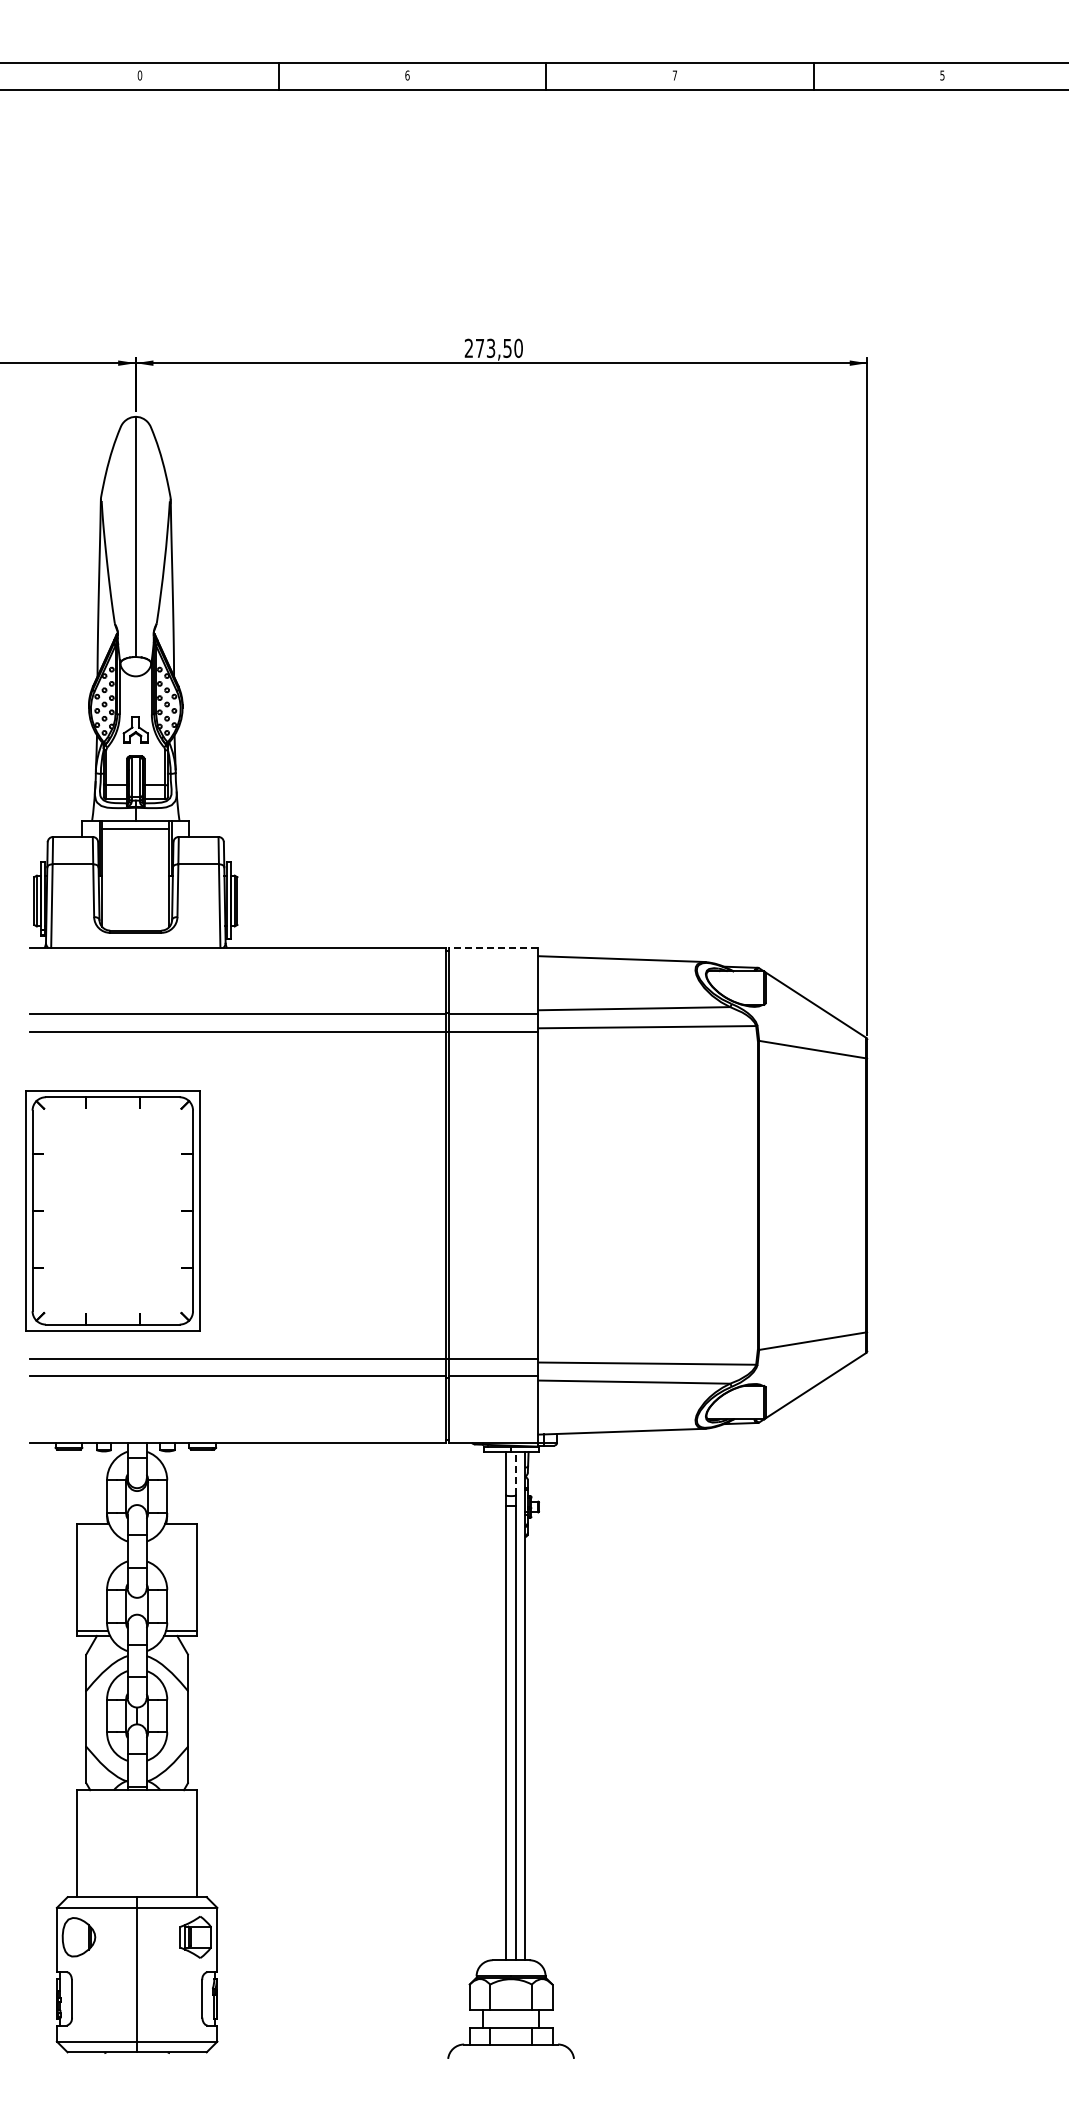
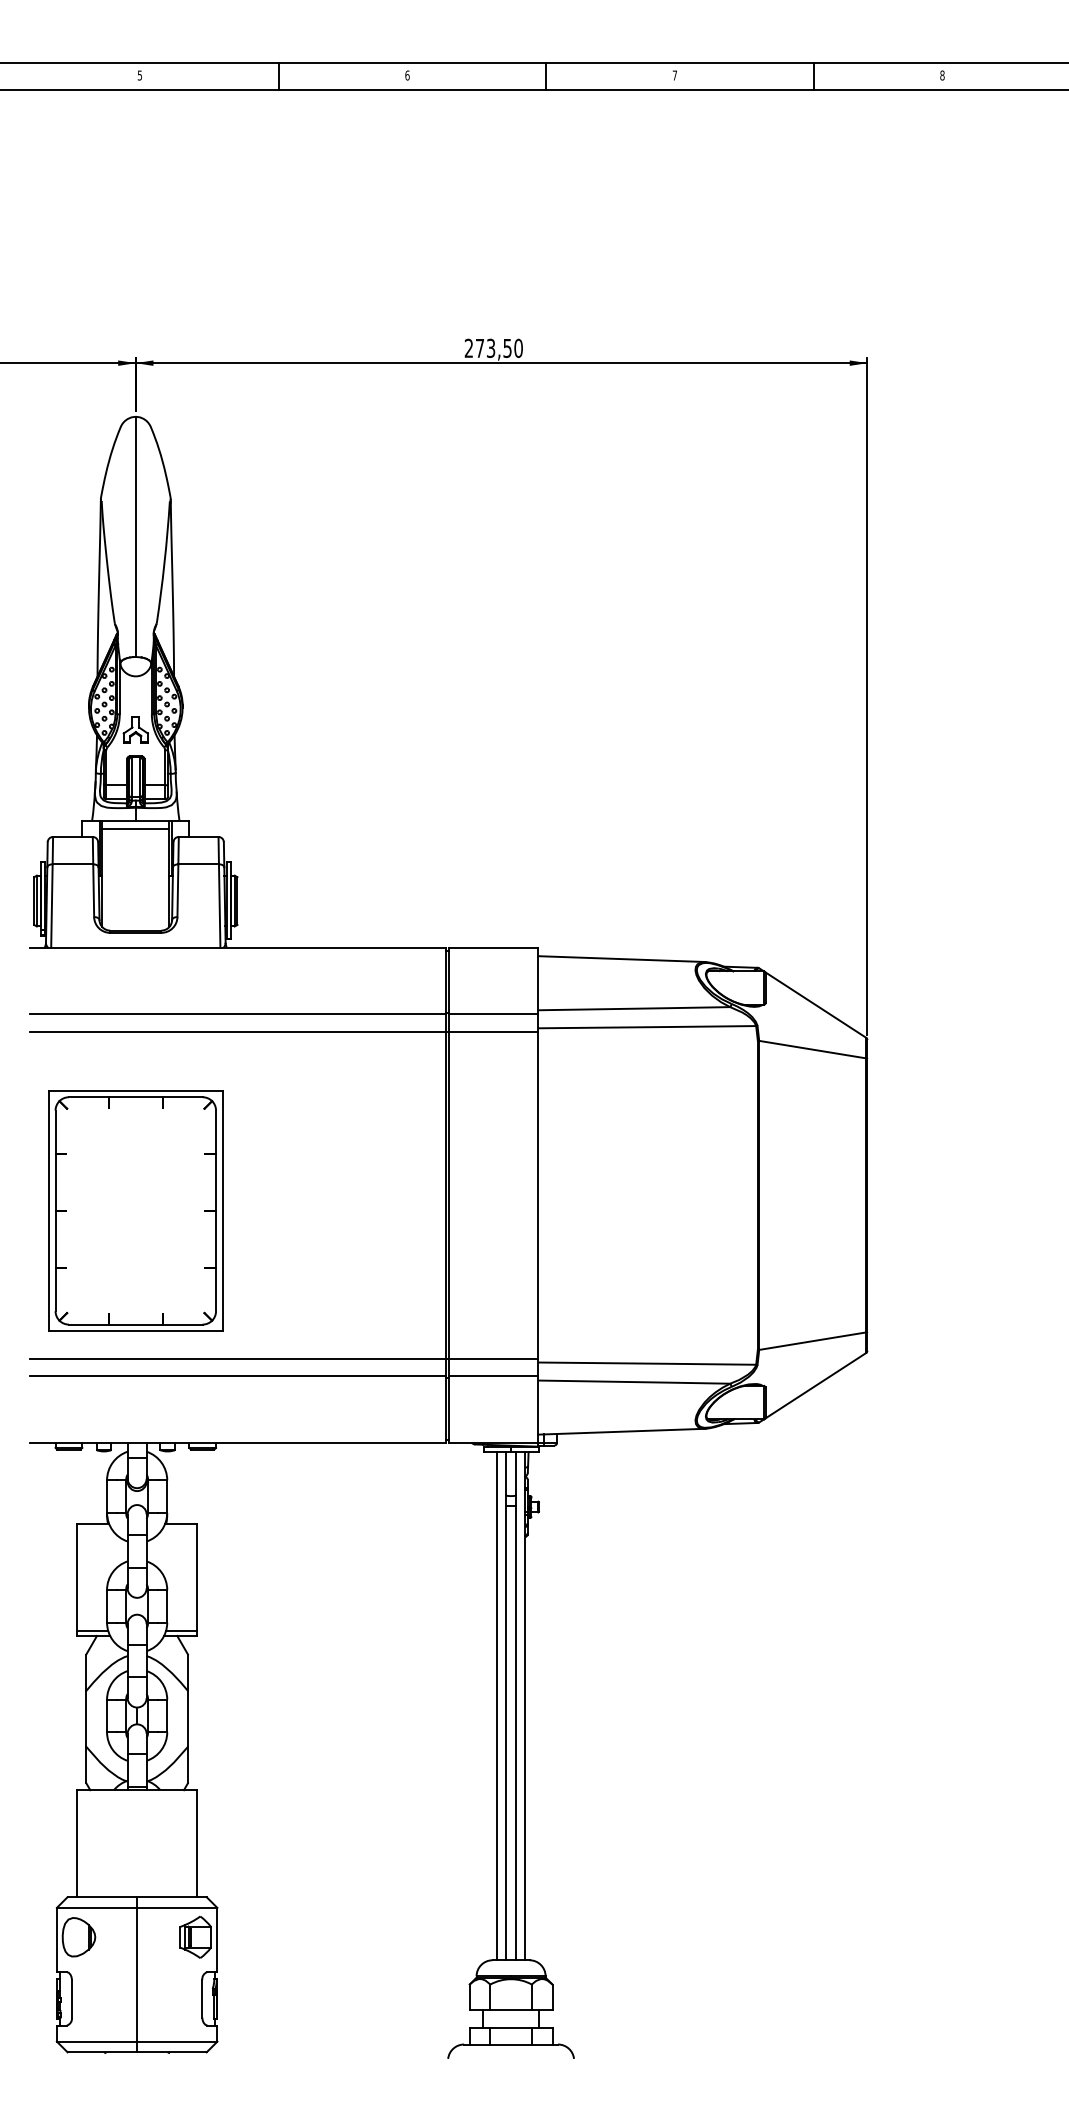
text at (139, 75): 0 -> 5
text at (942, 75): 5 -> 8
line at (493, 947): dashed -> solid
part at (112, 1210) position: (112, 1210) -> (135, 1210)
line at (516, 1473): dashed -> solid
line at (497, 1706): none -> present
